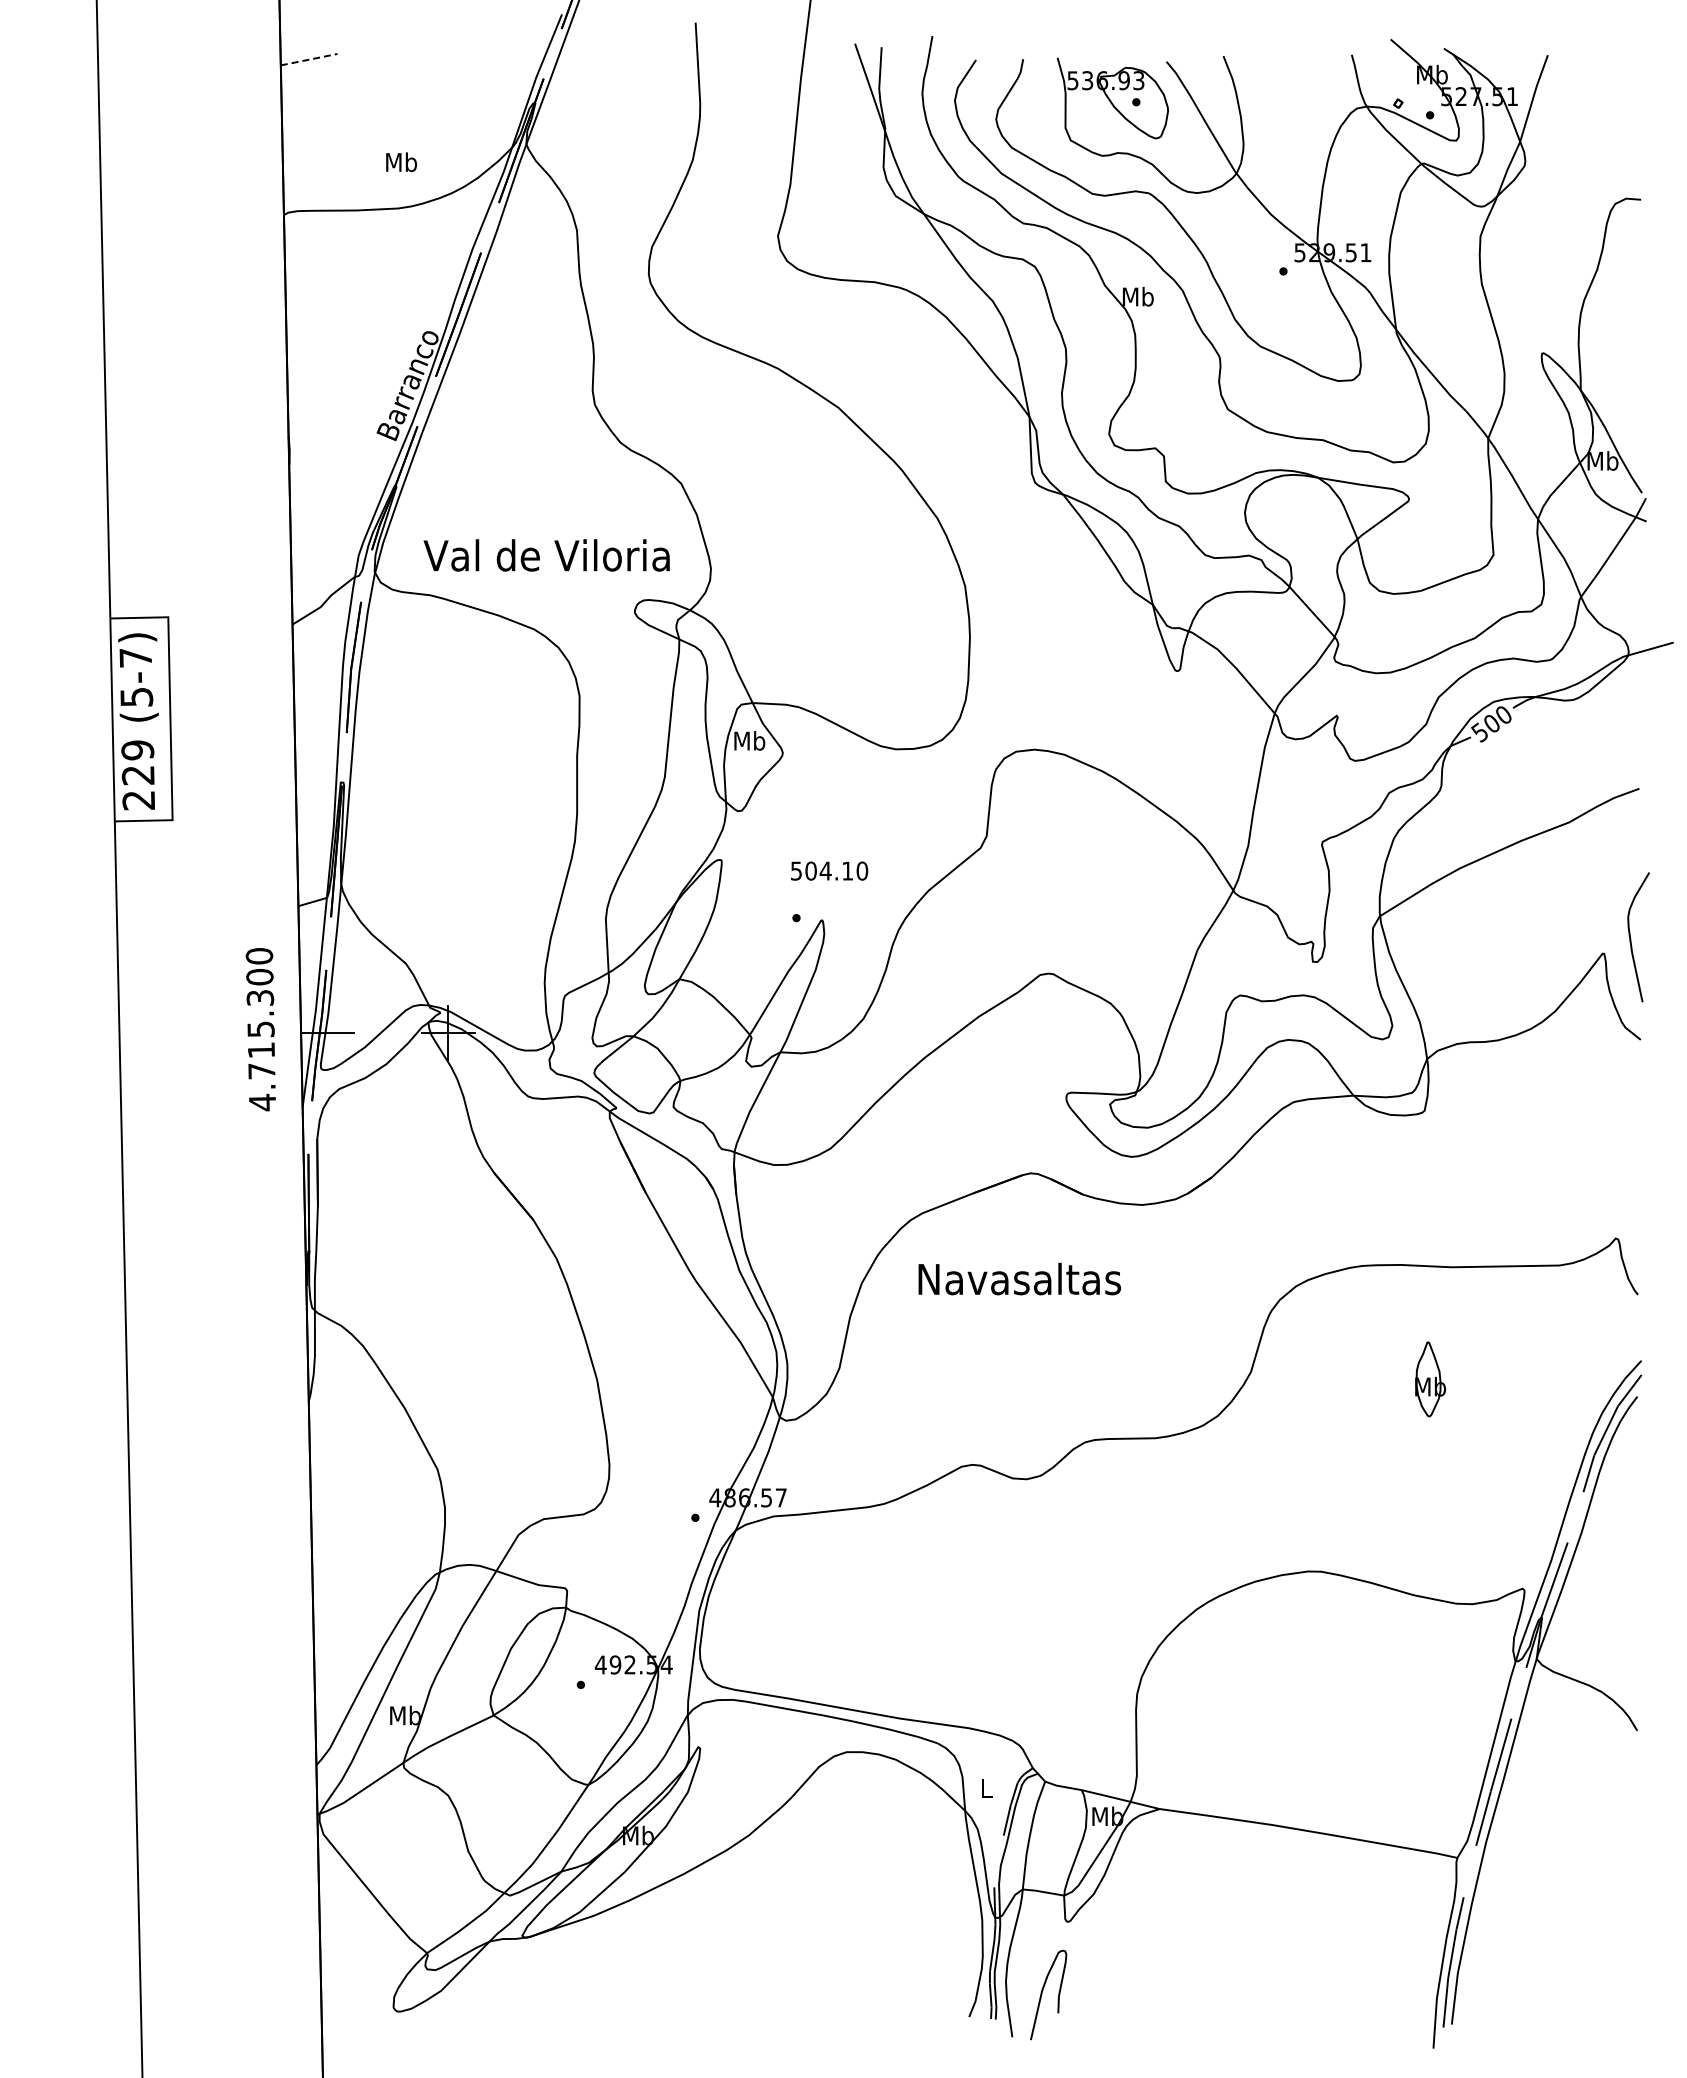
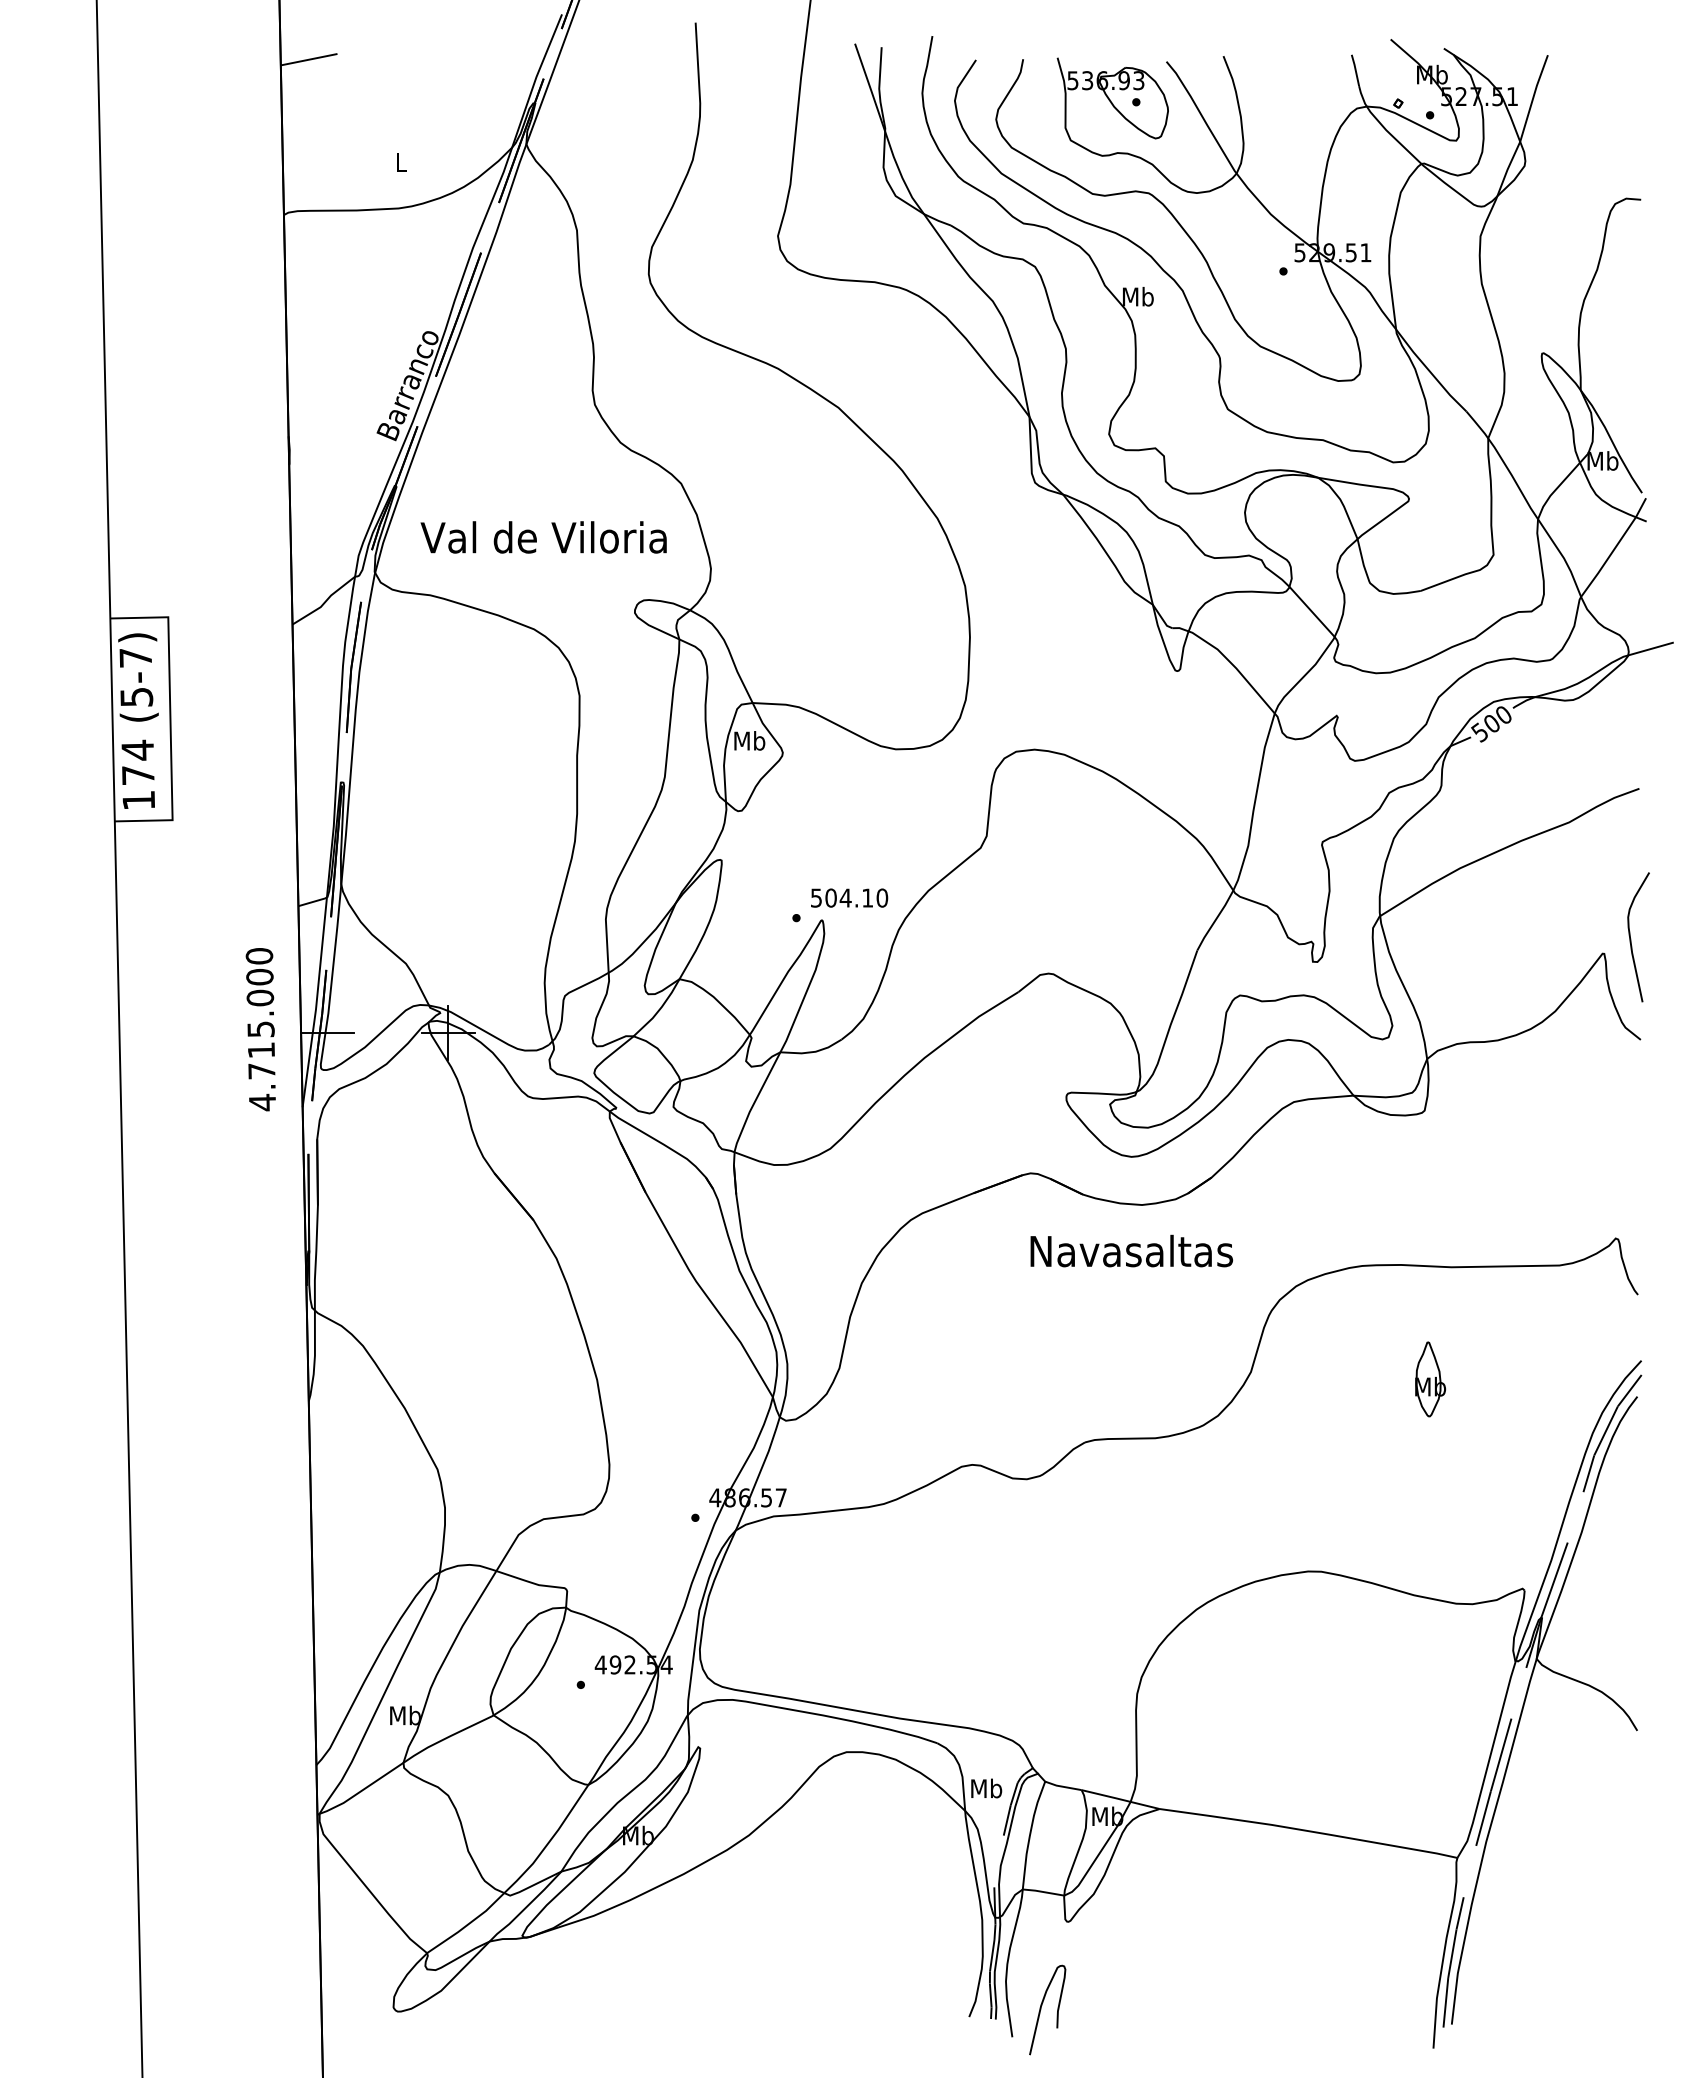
line at (309, 59): dashed -> solid
text at (401, 162): Mb -> L
text at (546, 555) position: (546, 555) -> (543, 537)
text at (137, 774): 229 -> 174
text at (829, 870) position: (829, 870) -> (849, 897)
text at (260, 997): 4.715.300 -> 4.715.000
text at (1019, 1278) position: (1019, 1278) -> (1131, 1250)
text at (986, 1788): L -> Mb
curve at (1042, 1994) position: (1042, 1994) -> (1041, 2009)
